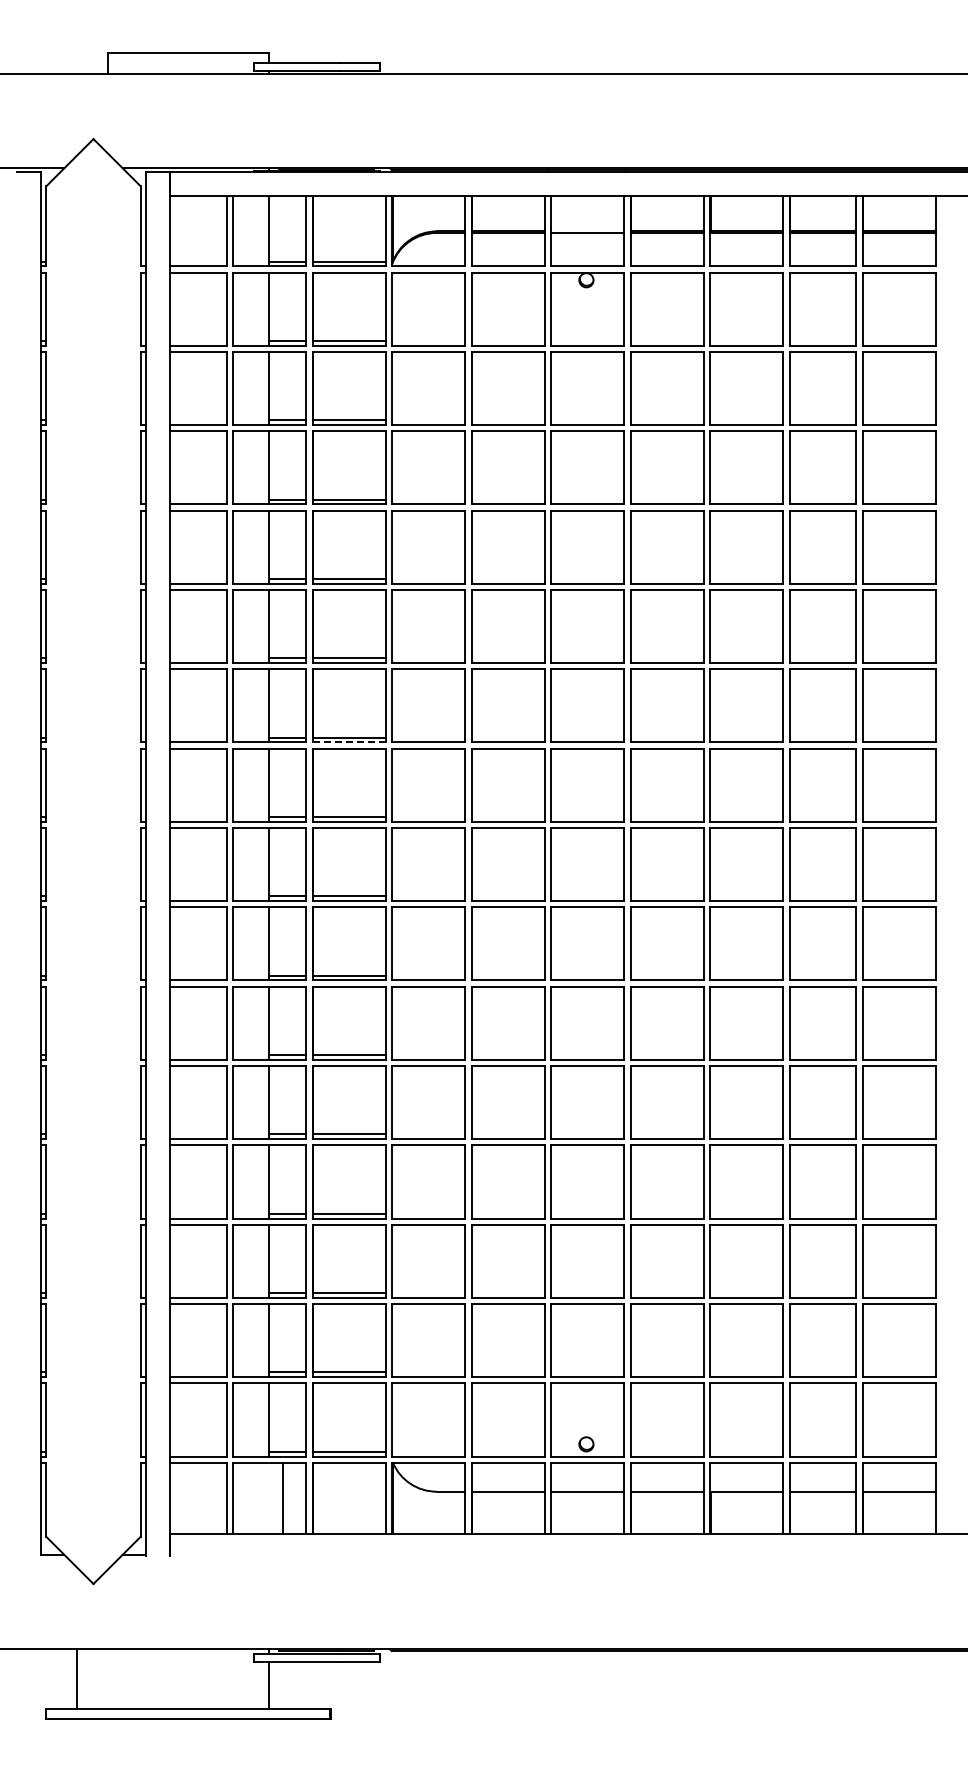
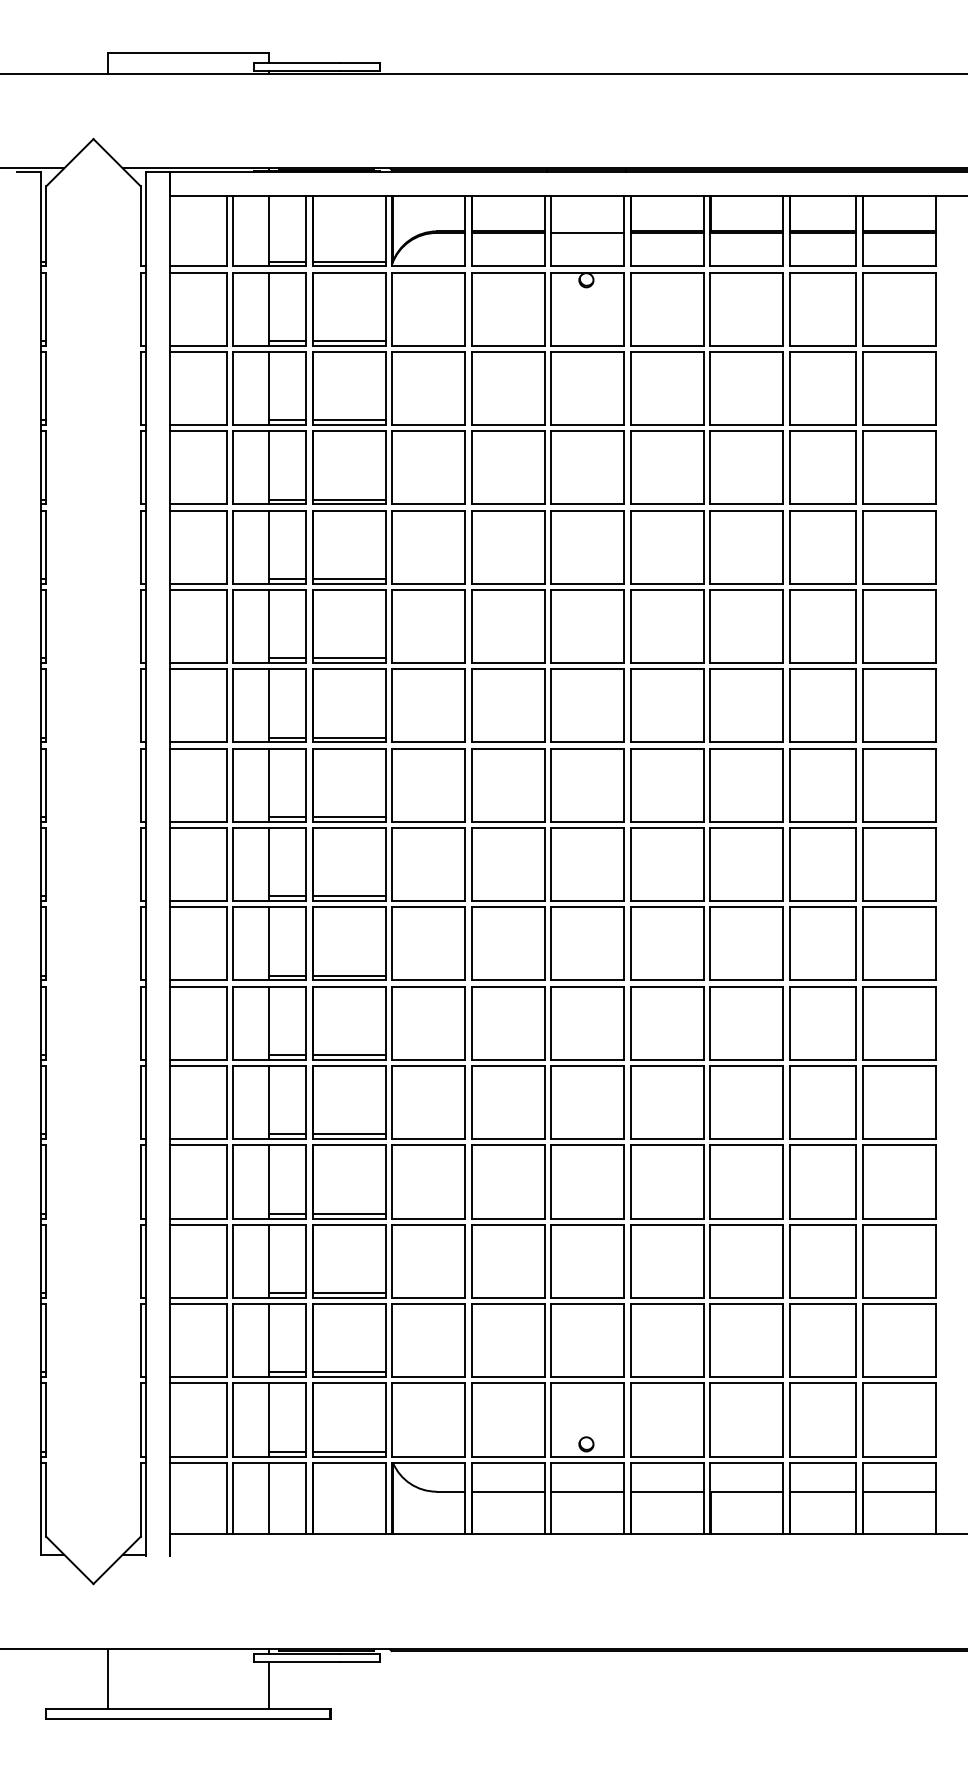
line at (349, 742): dashed -> solid
line at (282, 1497) position: (282, 1497) -> (268, 1497)
line at (76, 1679) position: (76, 1679) -> (107, 1679)
